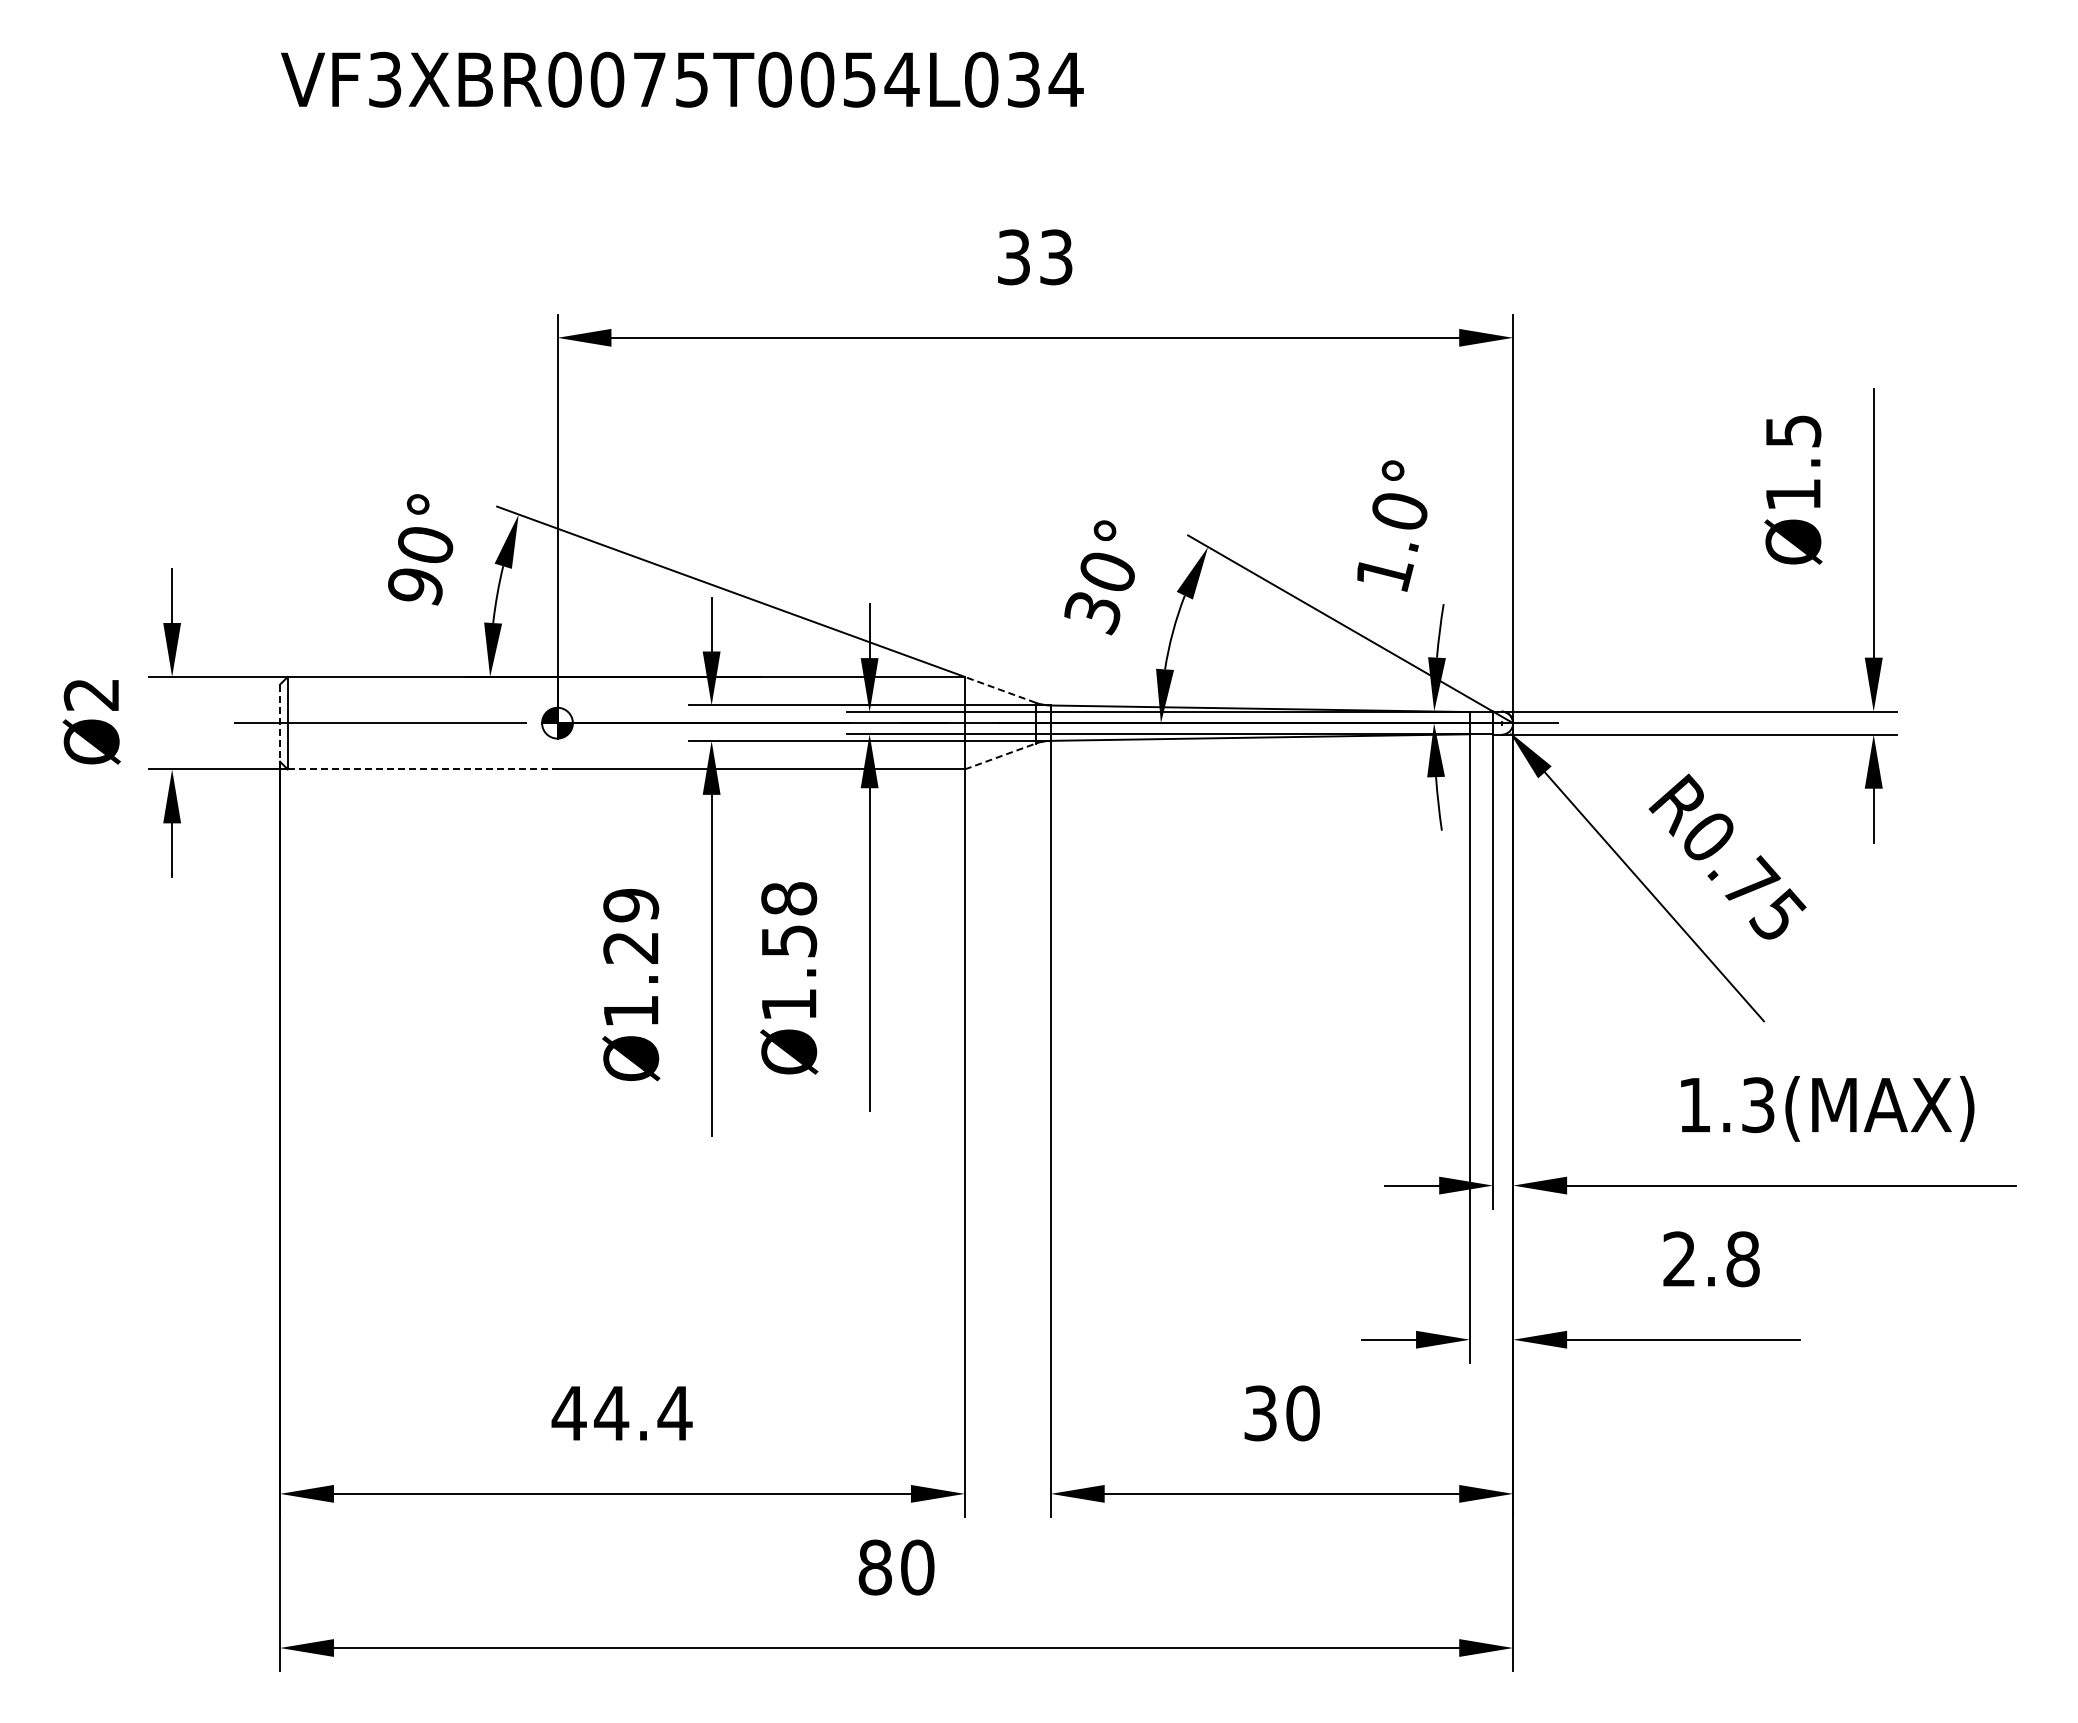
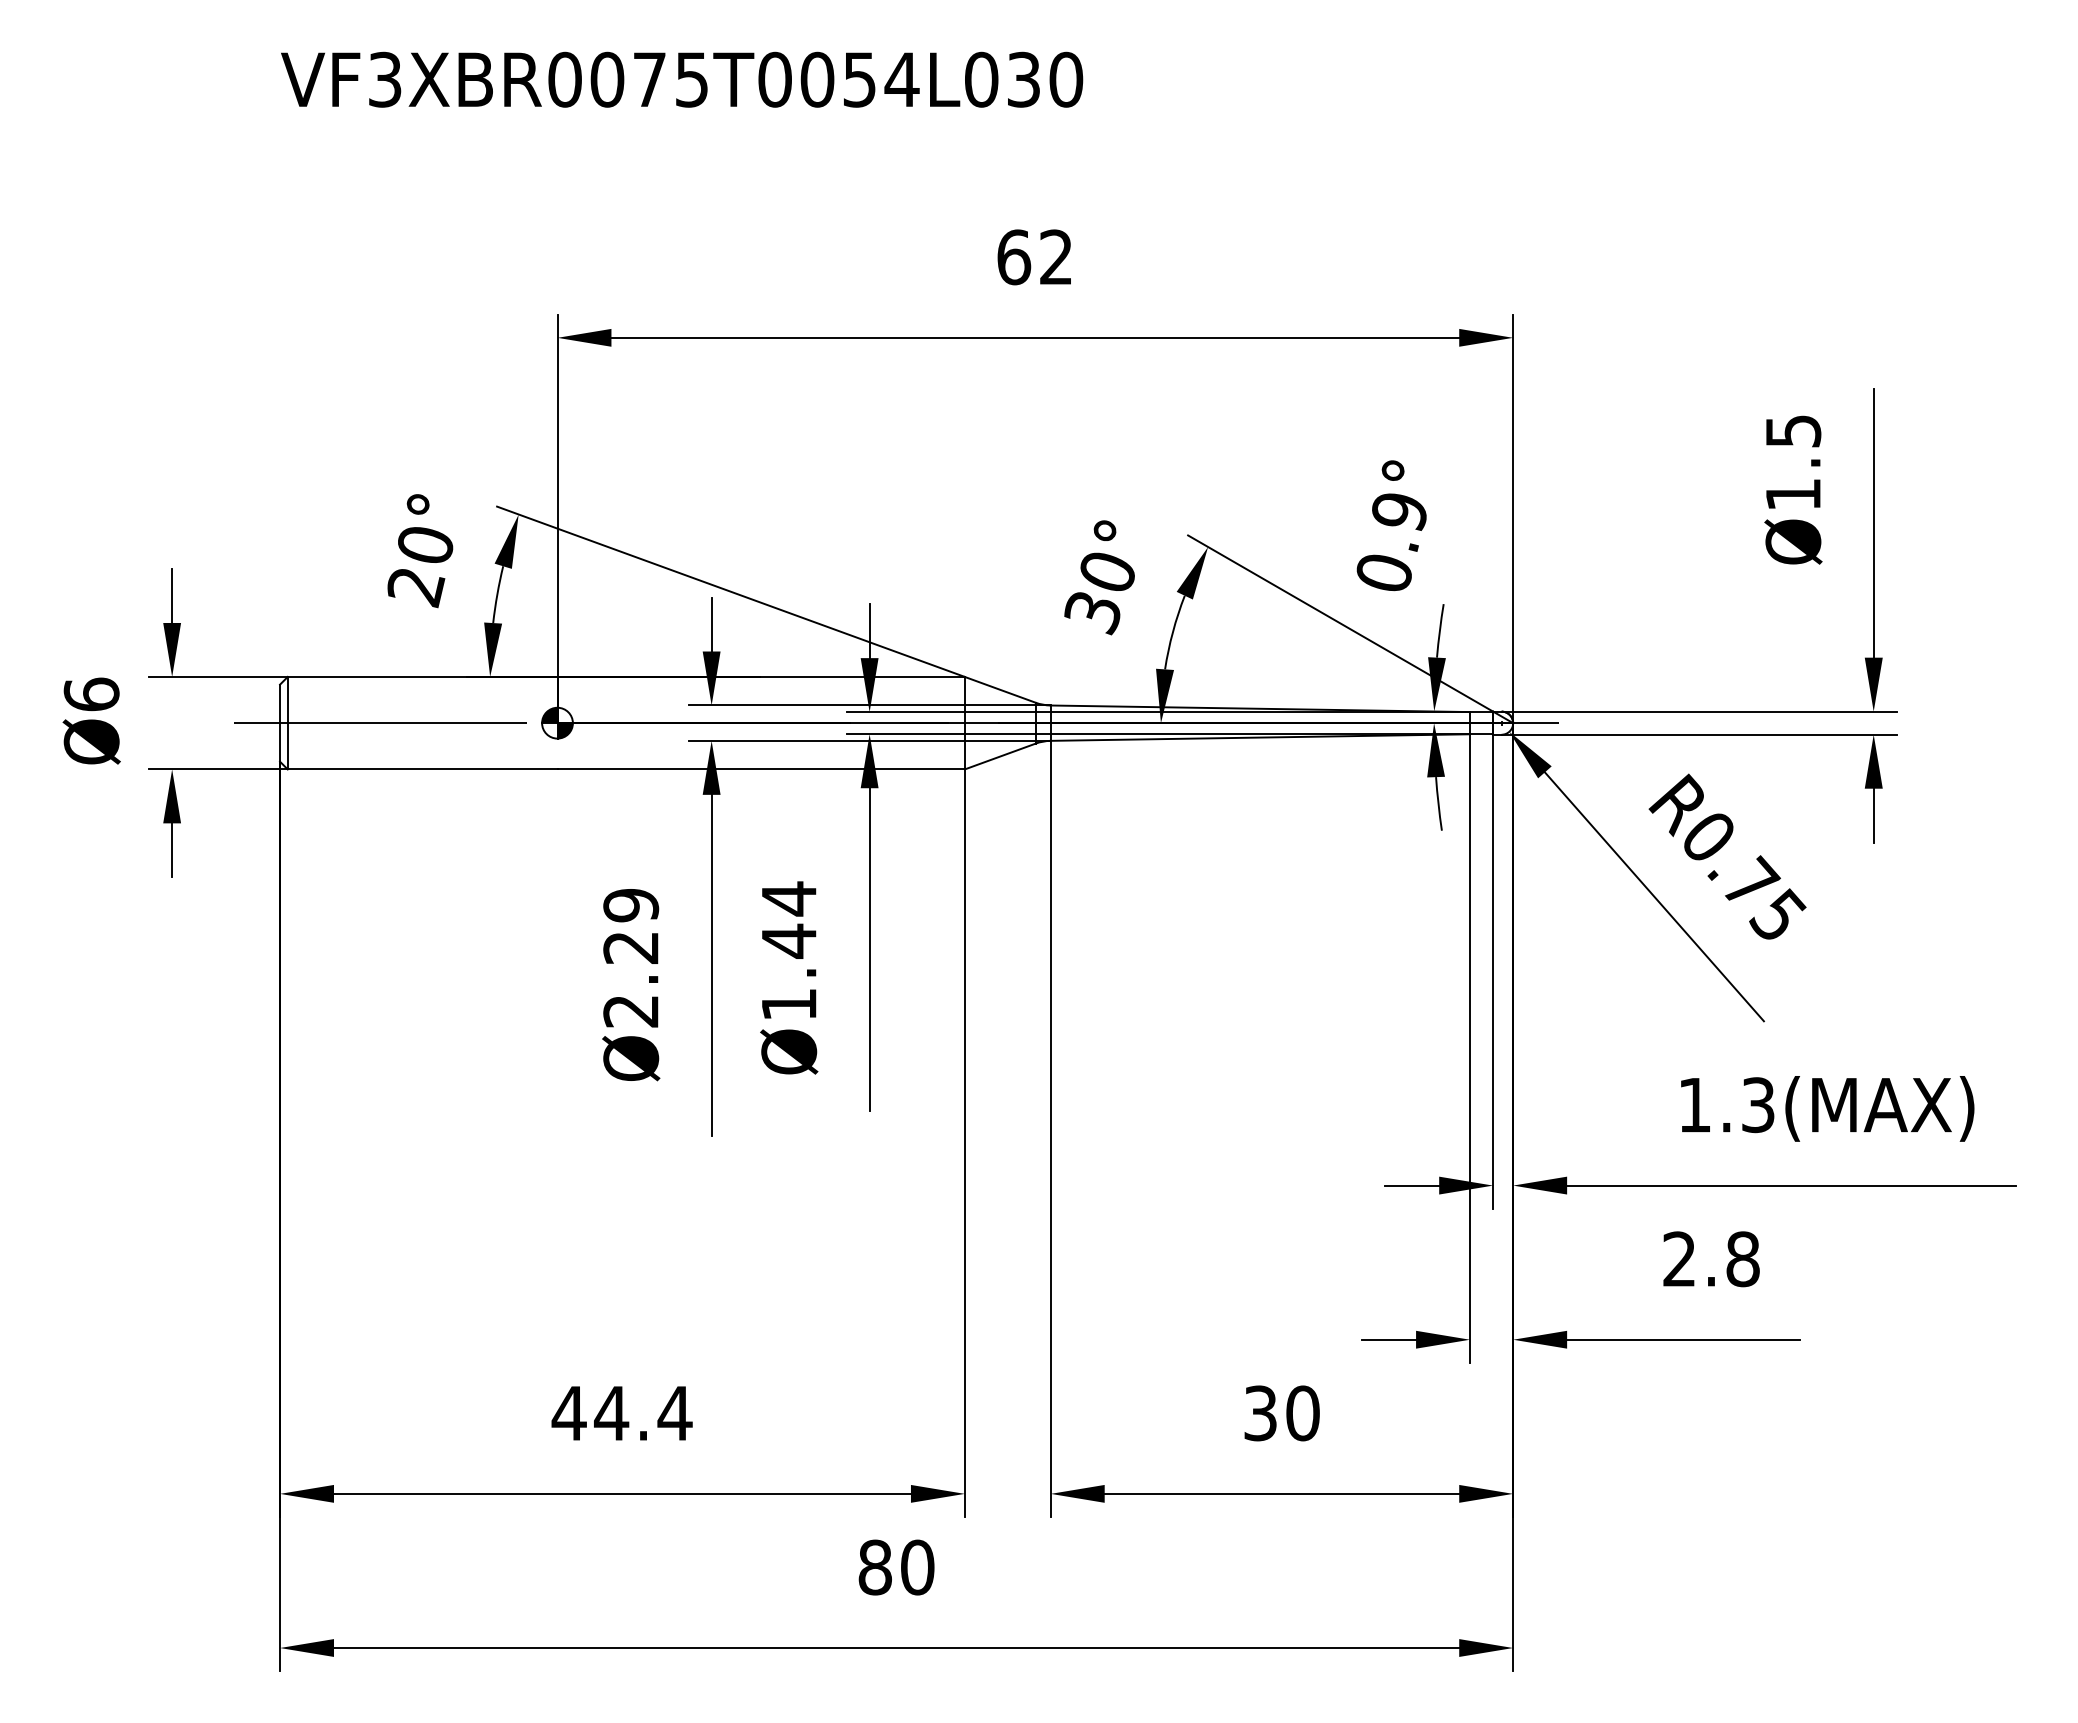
text at (1065, 79): VF3XBR0075T0054L034 -> VF3XBR0075T0054L030
text at (1034, 257): 33 -> 62
text at (1391, 542): 1.0° -> 0.9°
text at (416, 588): 90° -> 20°
line at (1000, 689): dashed -> solid
text at (91, 694): Ø2 -> Ø6
line at (280, 723): dashed -> solid
line at (1000, 756): dashed -> solid
line at (422, 769): dashed -> solid
text at (789, 919): Ø1.58 -> Ø1.44
text at (630, 1011): Ø1.29 -> Ø2.29
